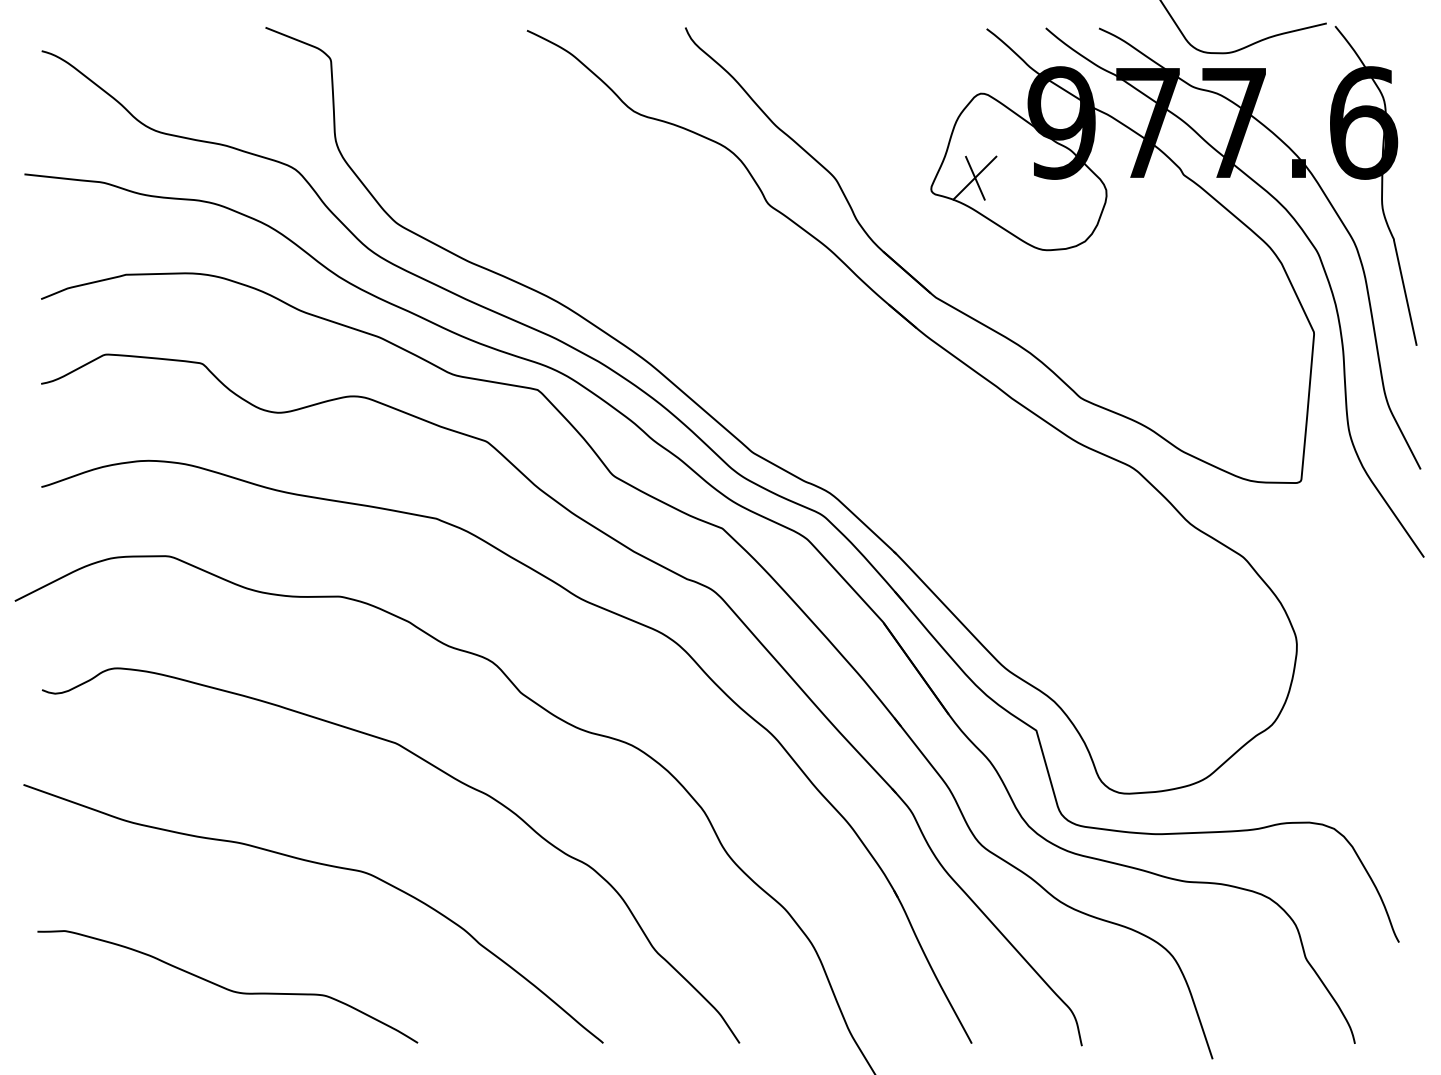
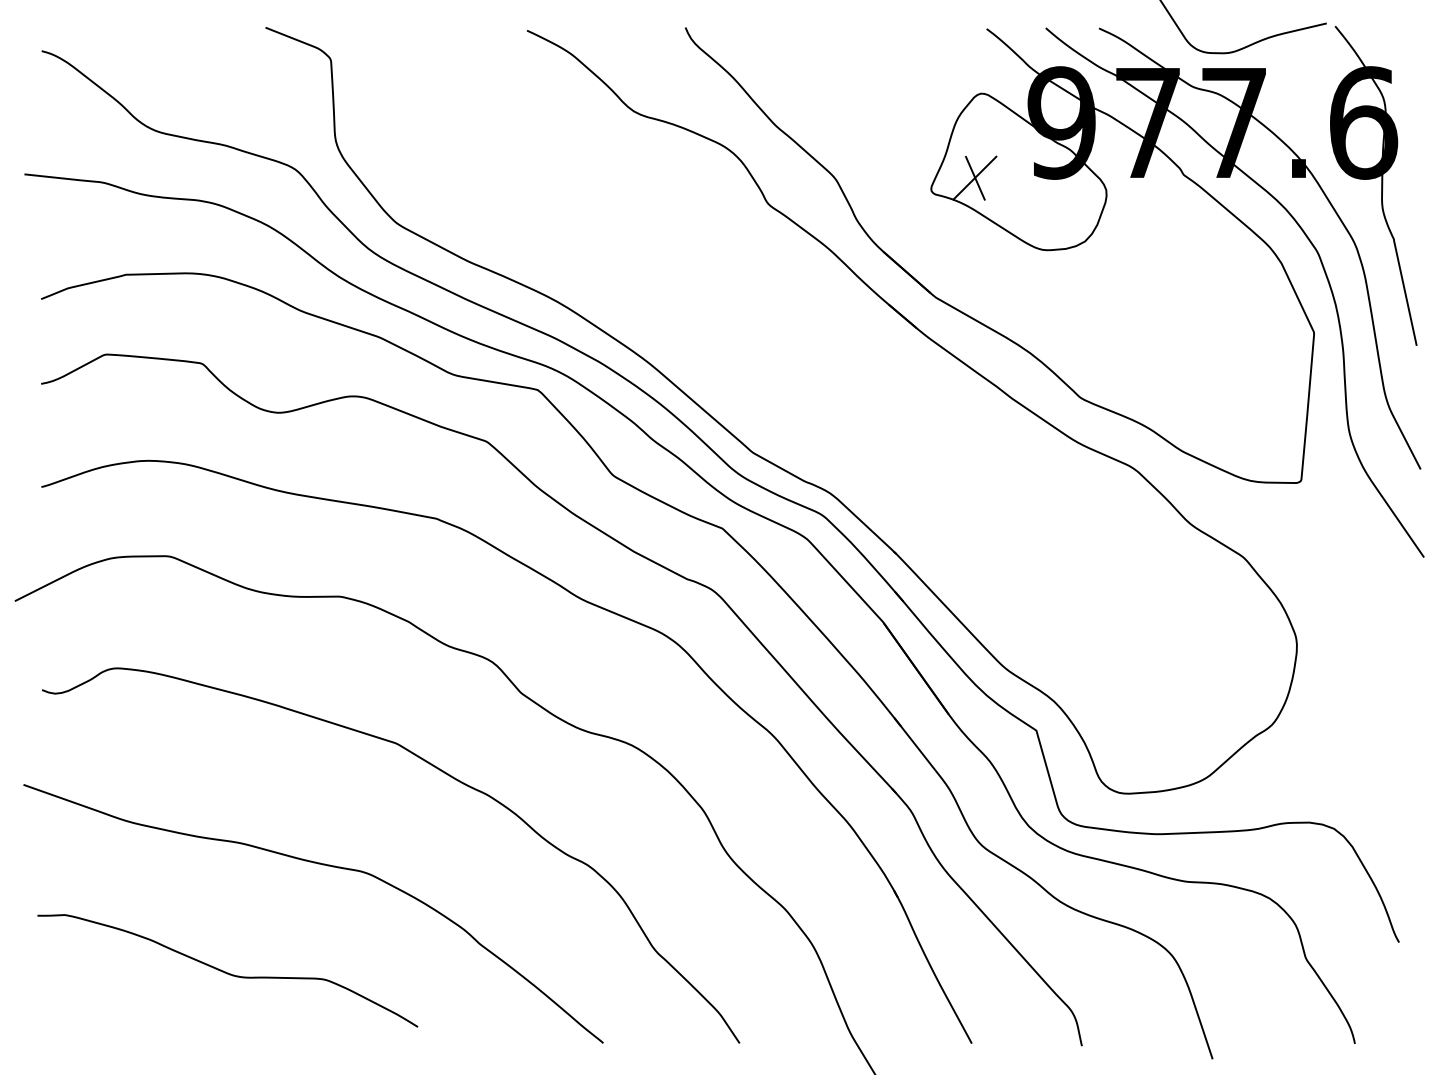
curve at (227, 988) position: (227, 988) -> (227, 972)
